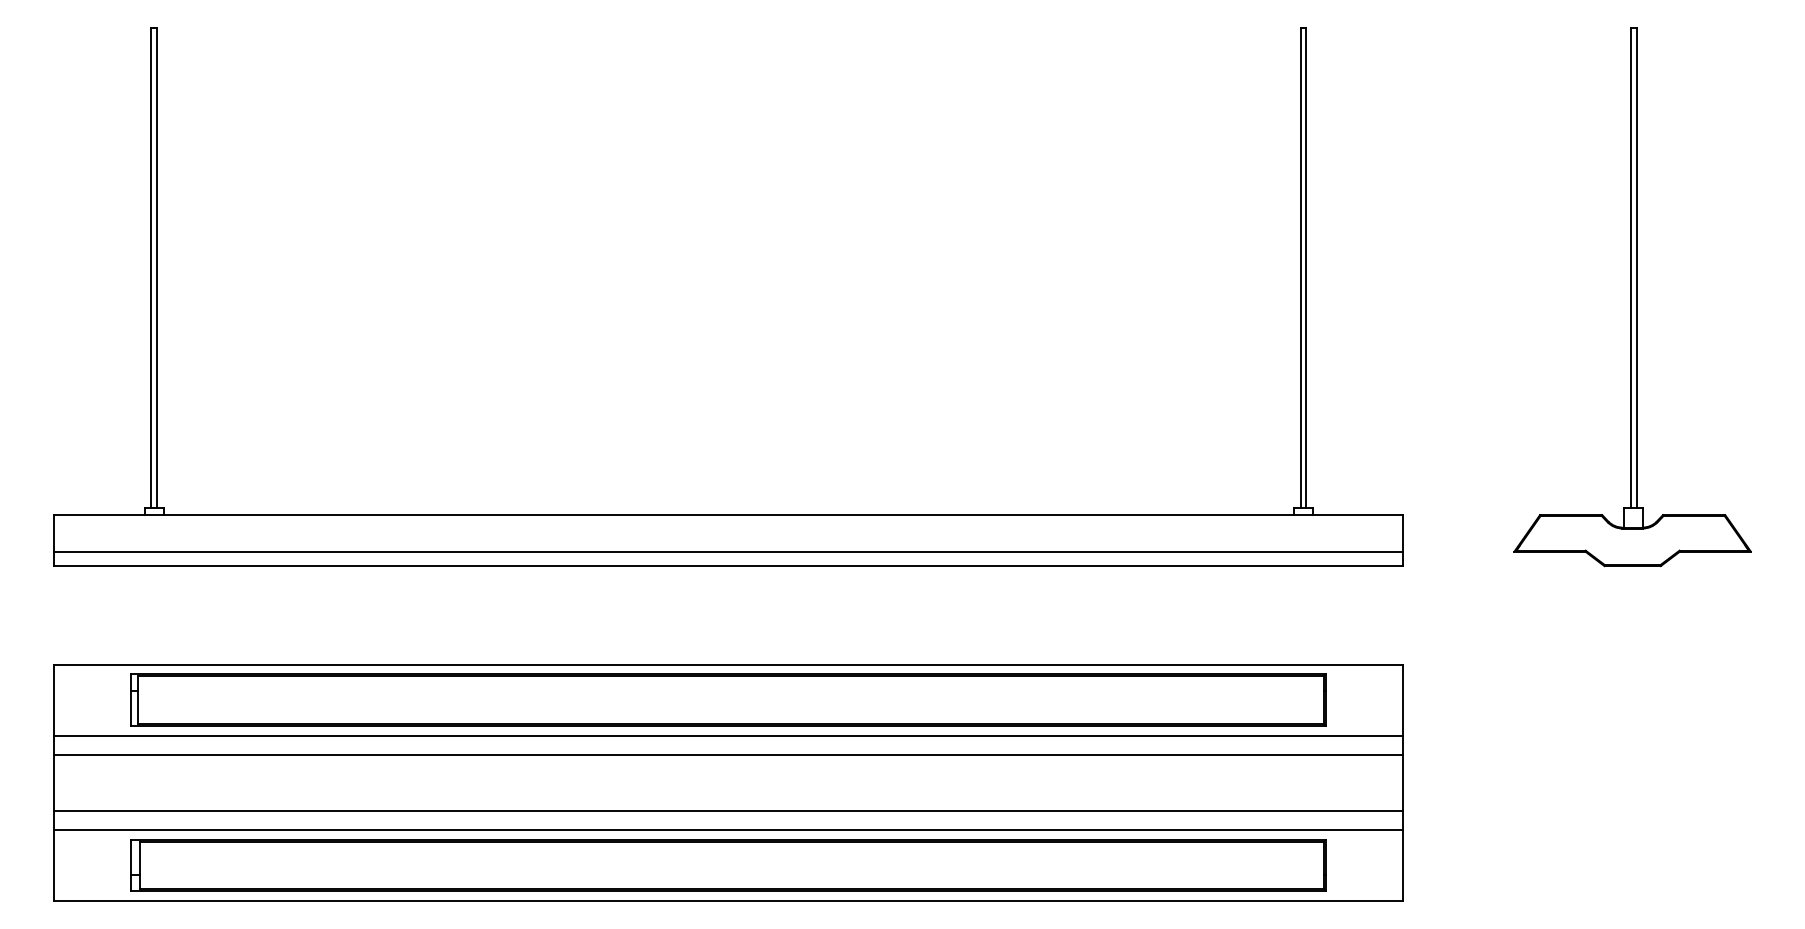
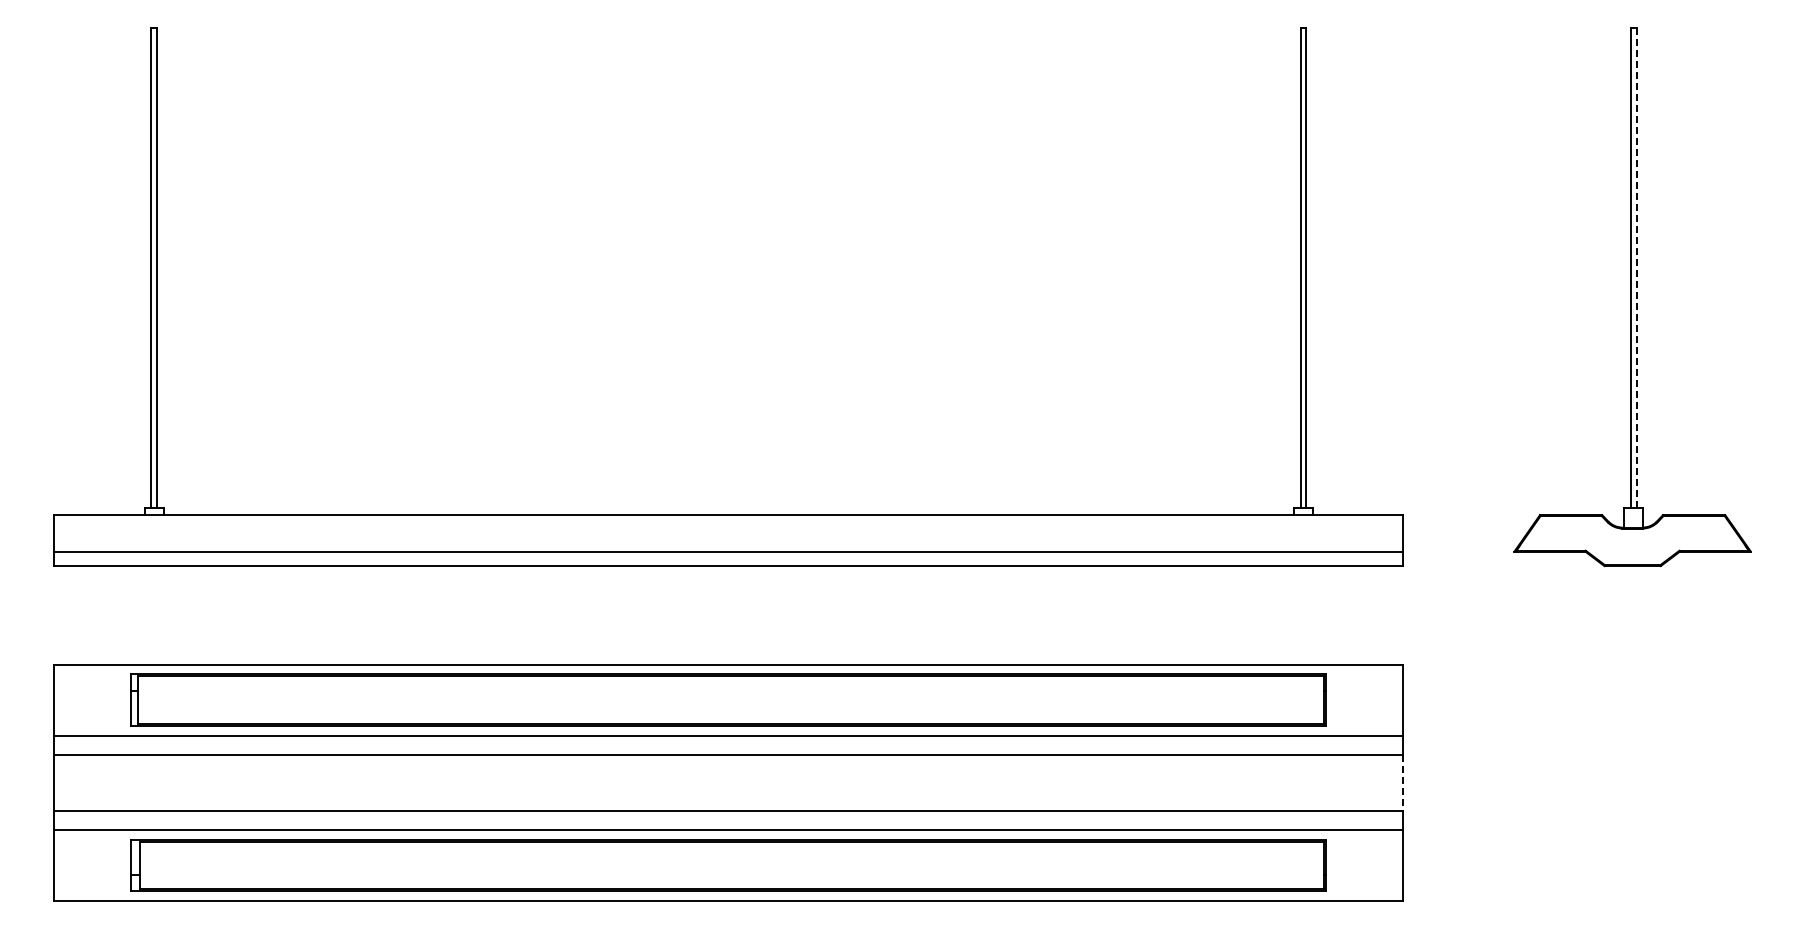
line at (1636, 267): solid -> dashed
line at (1403, 783): solid -> dashed
